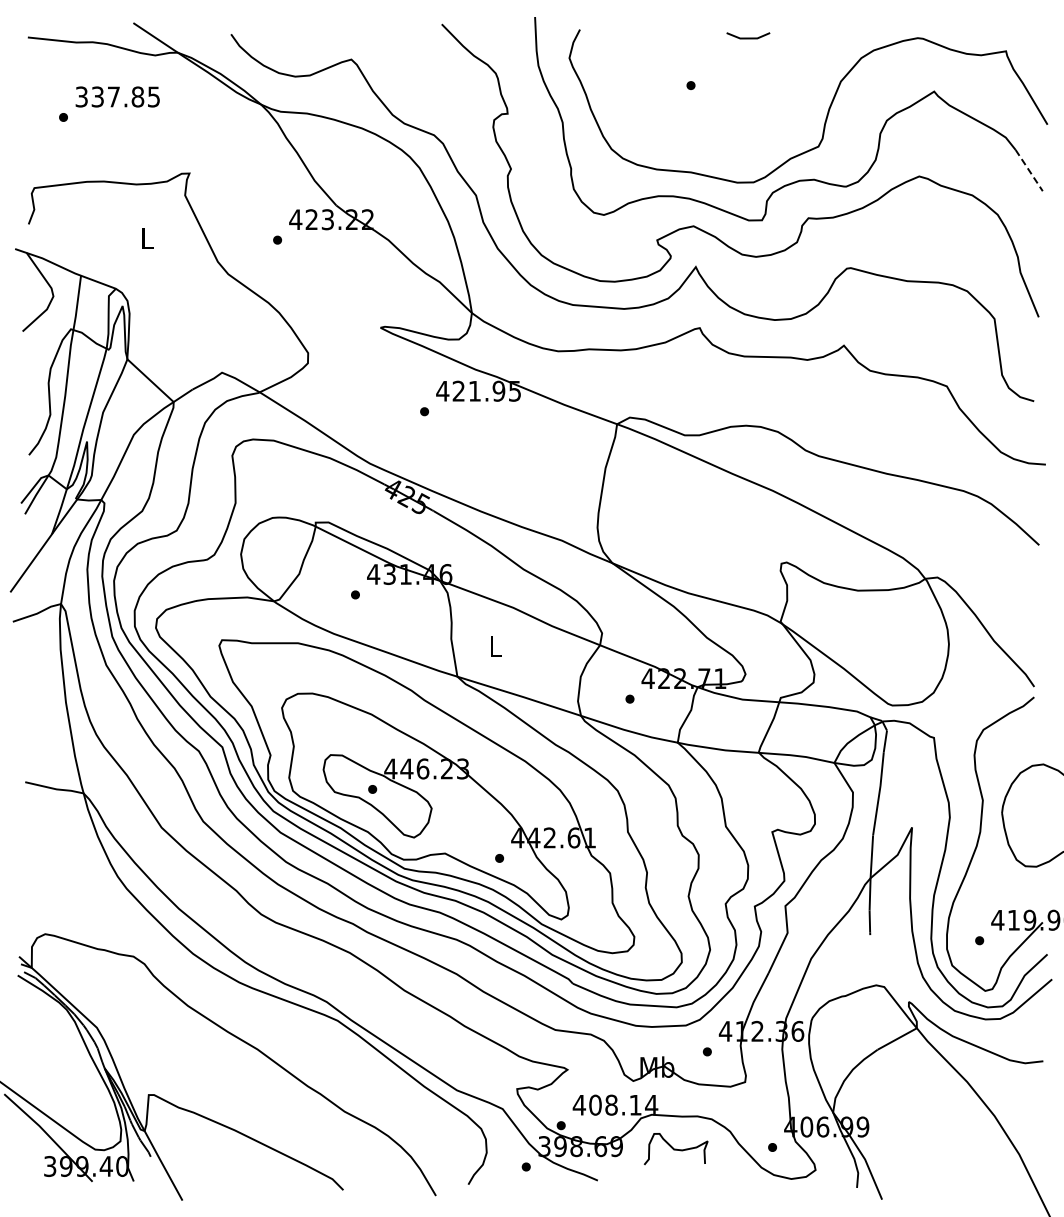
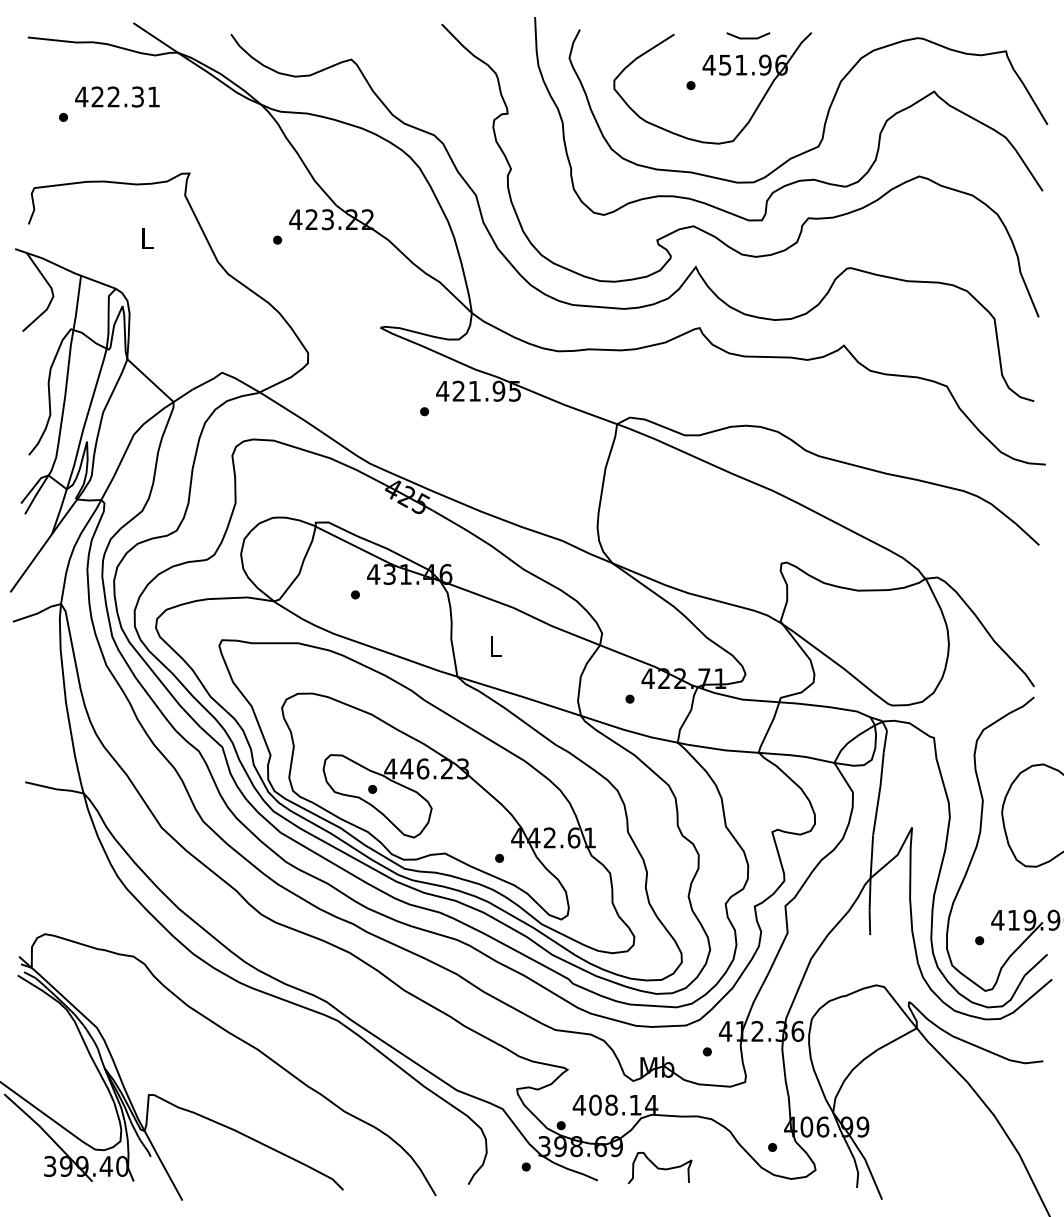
part at (712, 75): none -> present
text at (117, 96): 337.85 -> 422.31
line at (1029, 170): dashed -> solid
curve at (675, 1149) position: (675, 1149) -> (659, 1168)
